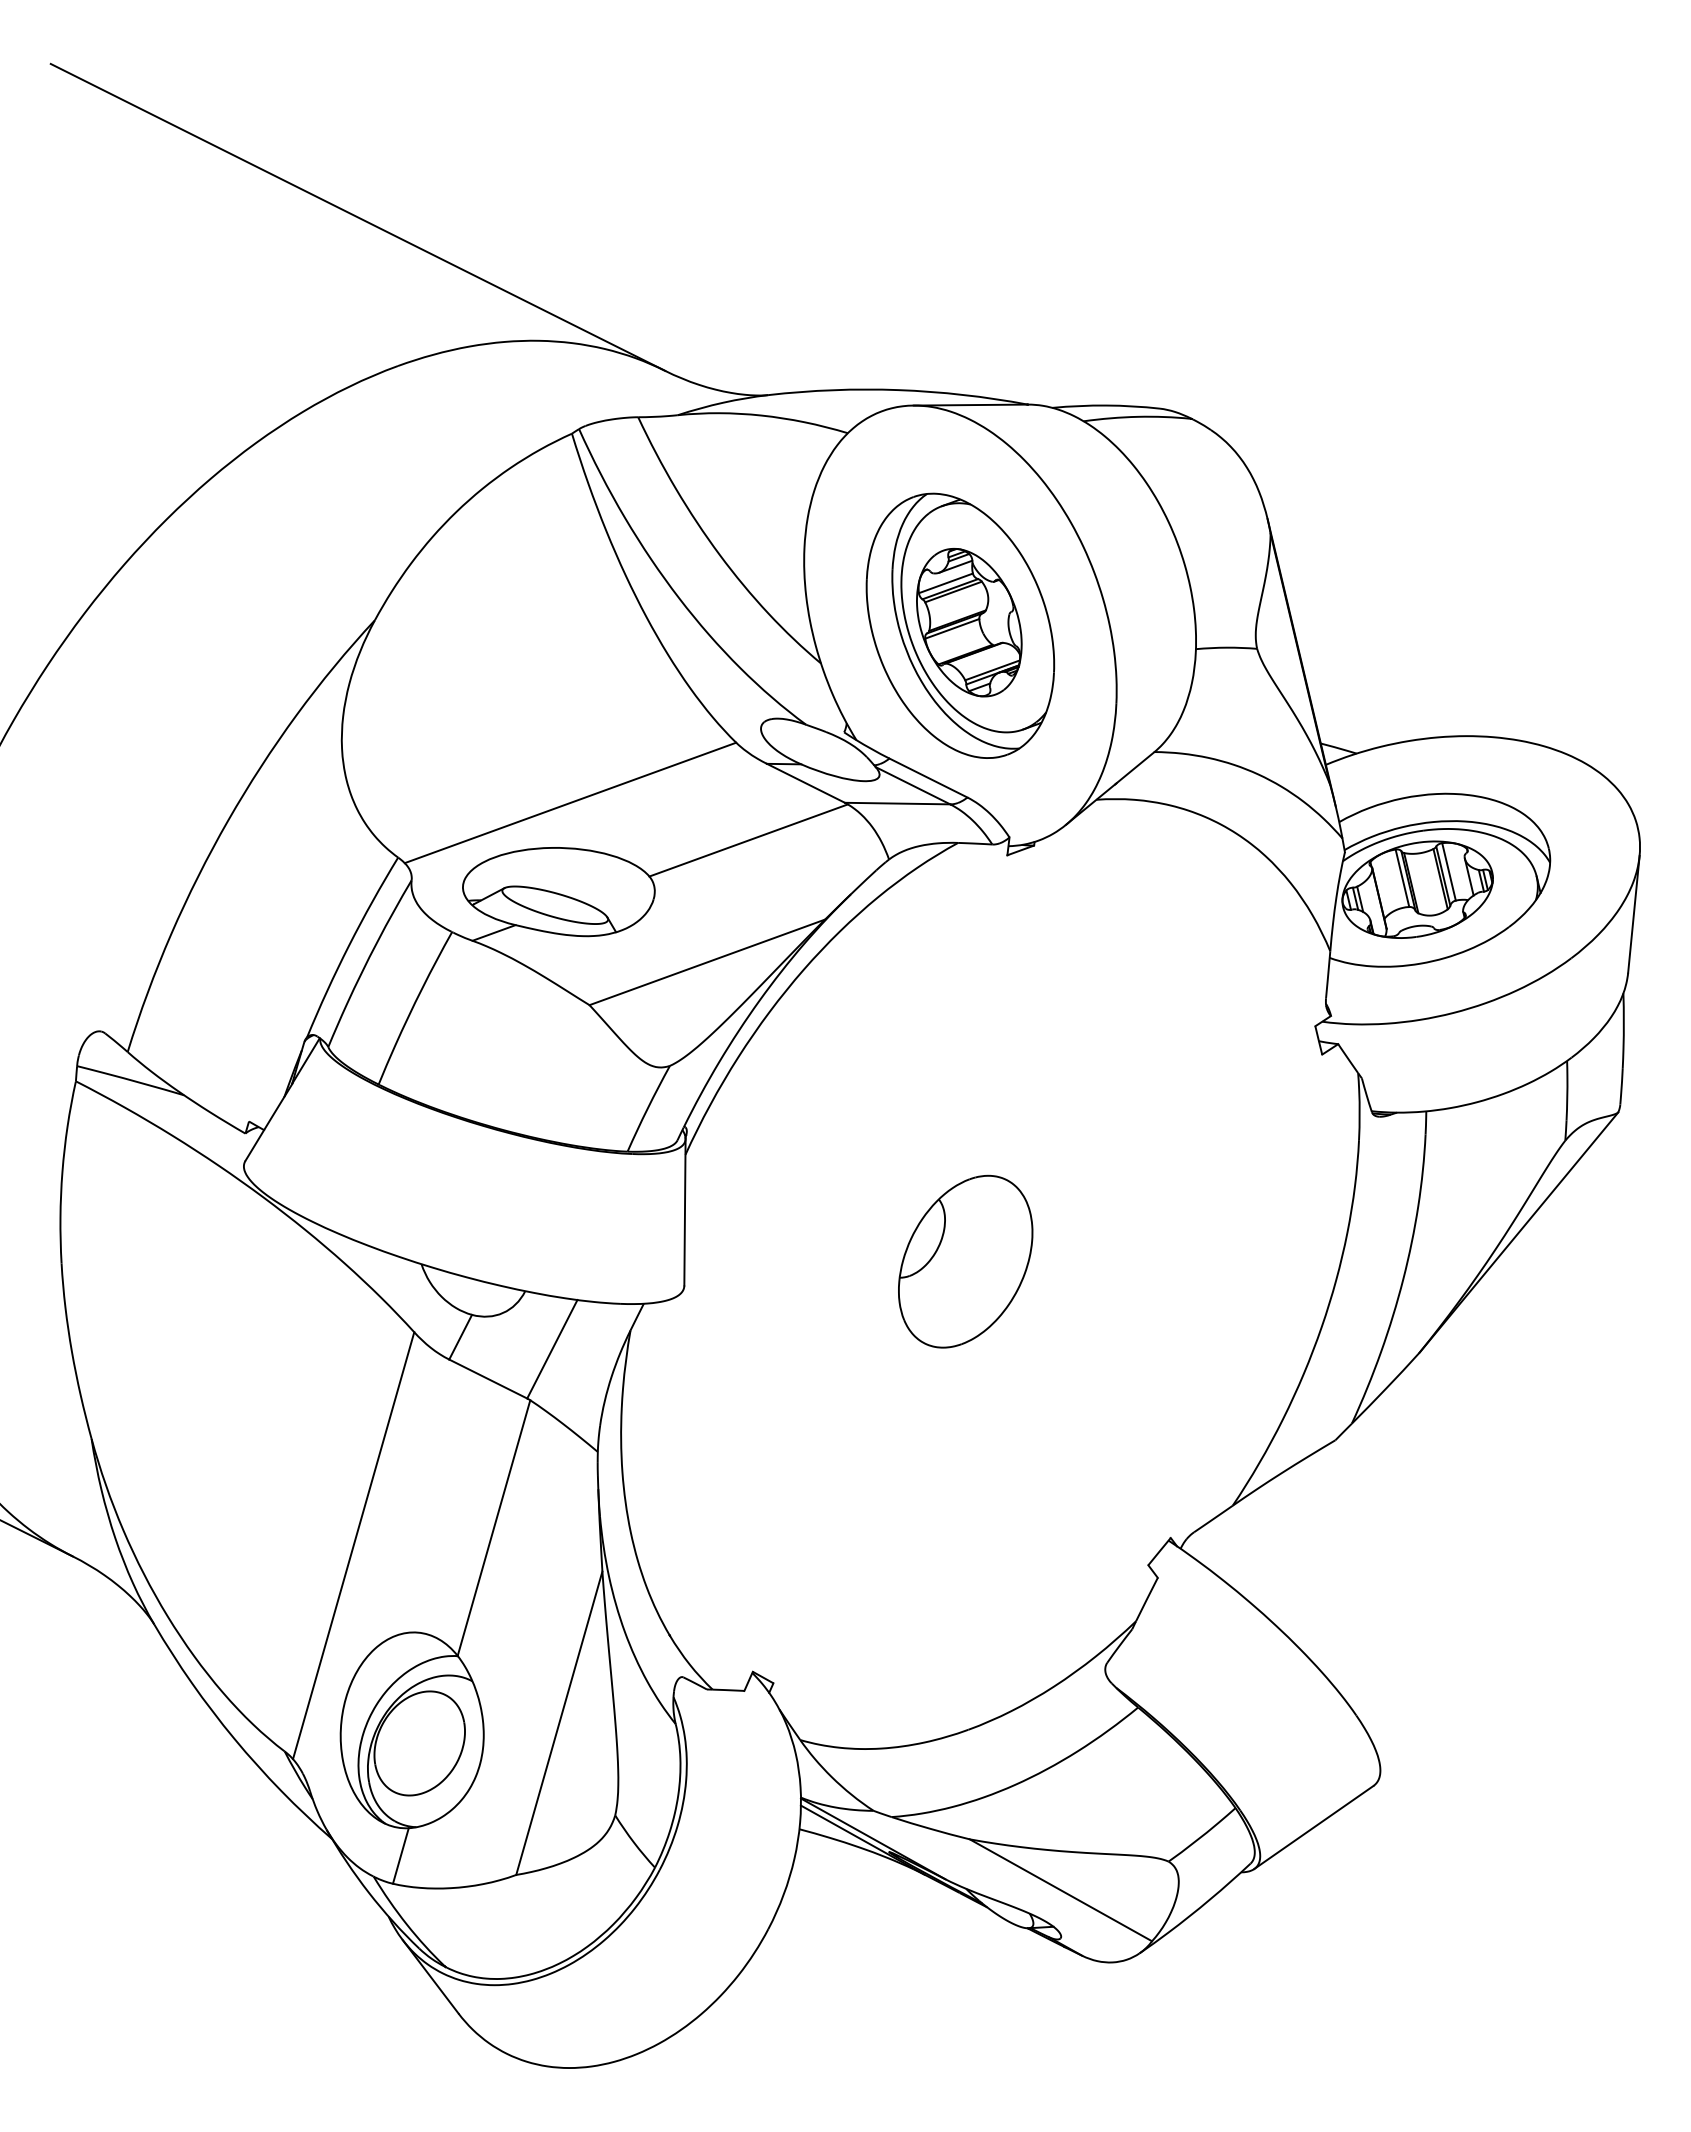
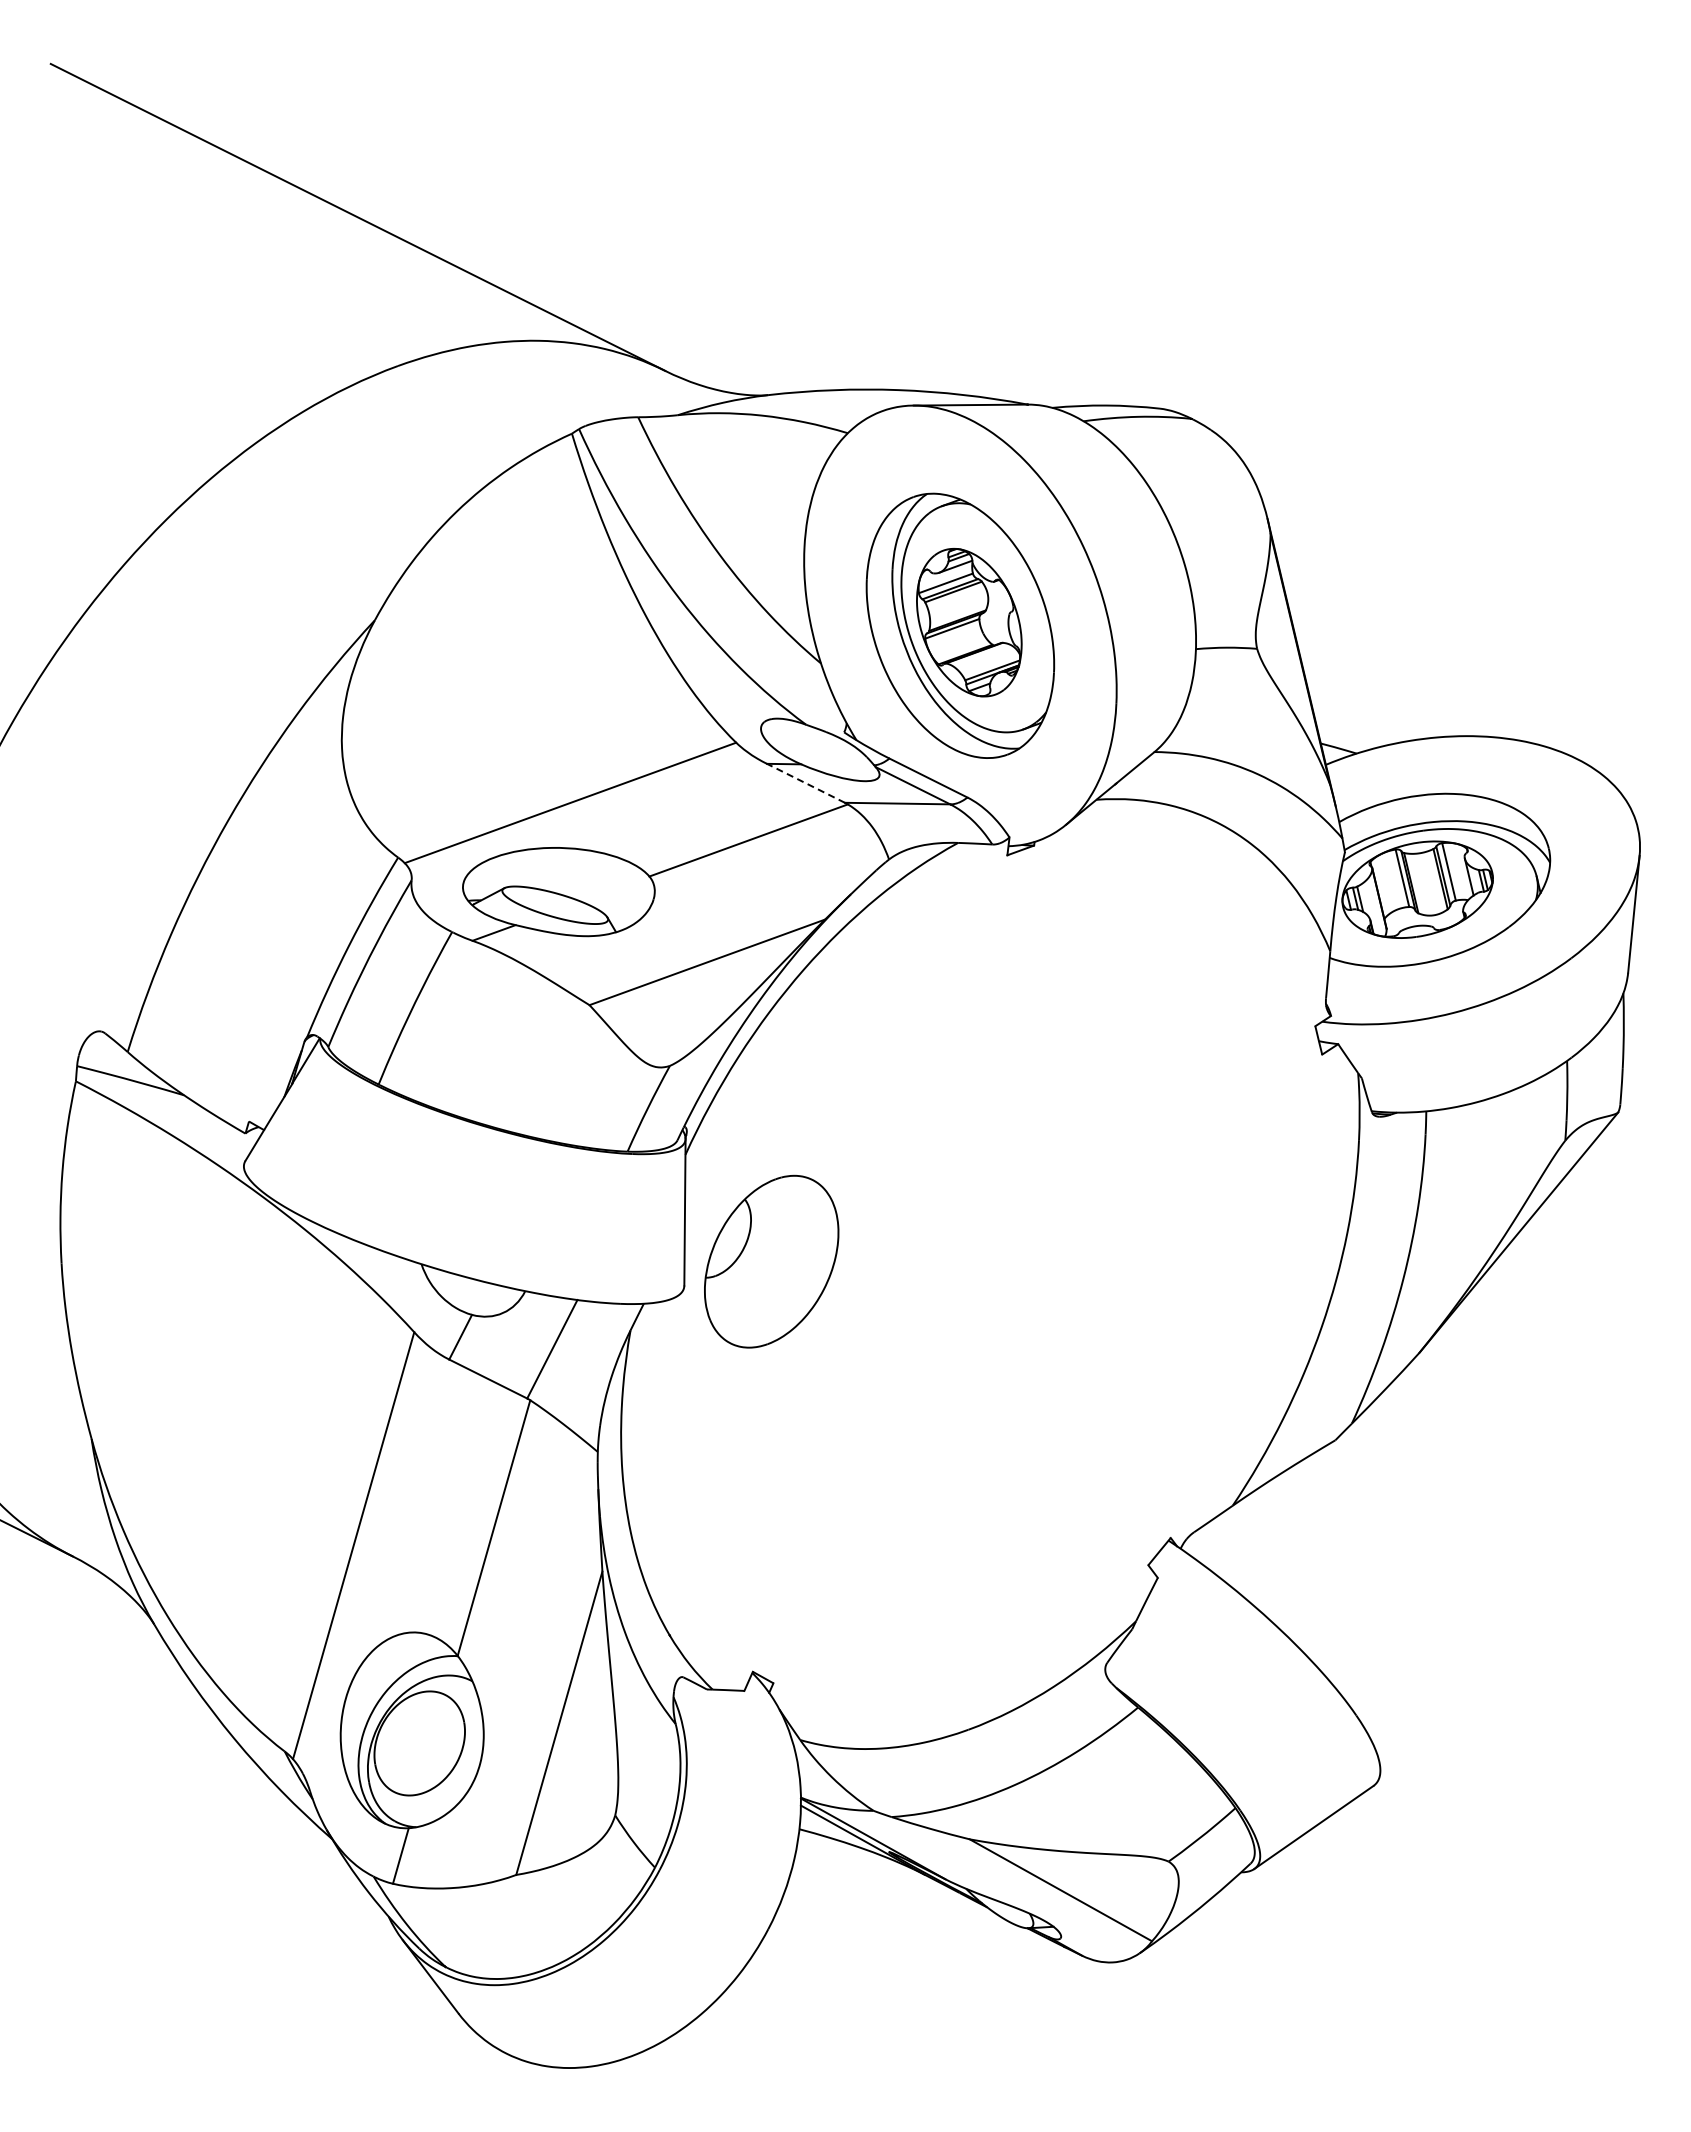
line at (805, 783): solid -> dashed
part at (965, 1261) position: (965, 1261) -> (771, 1261)
